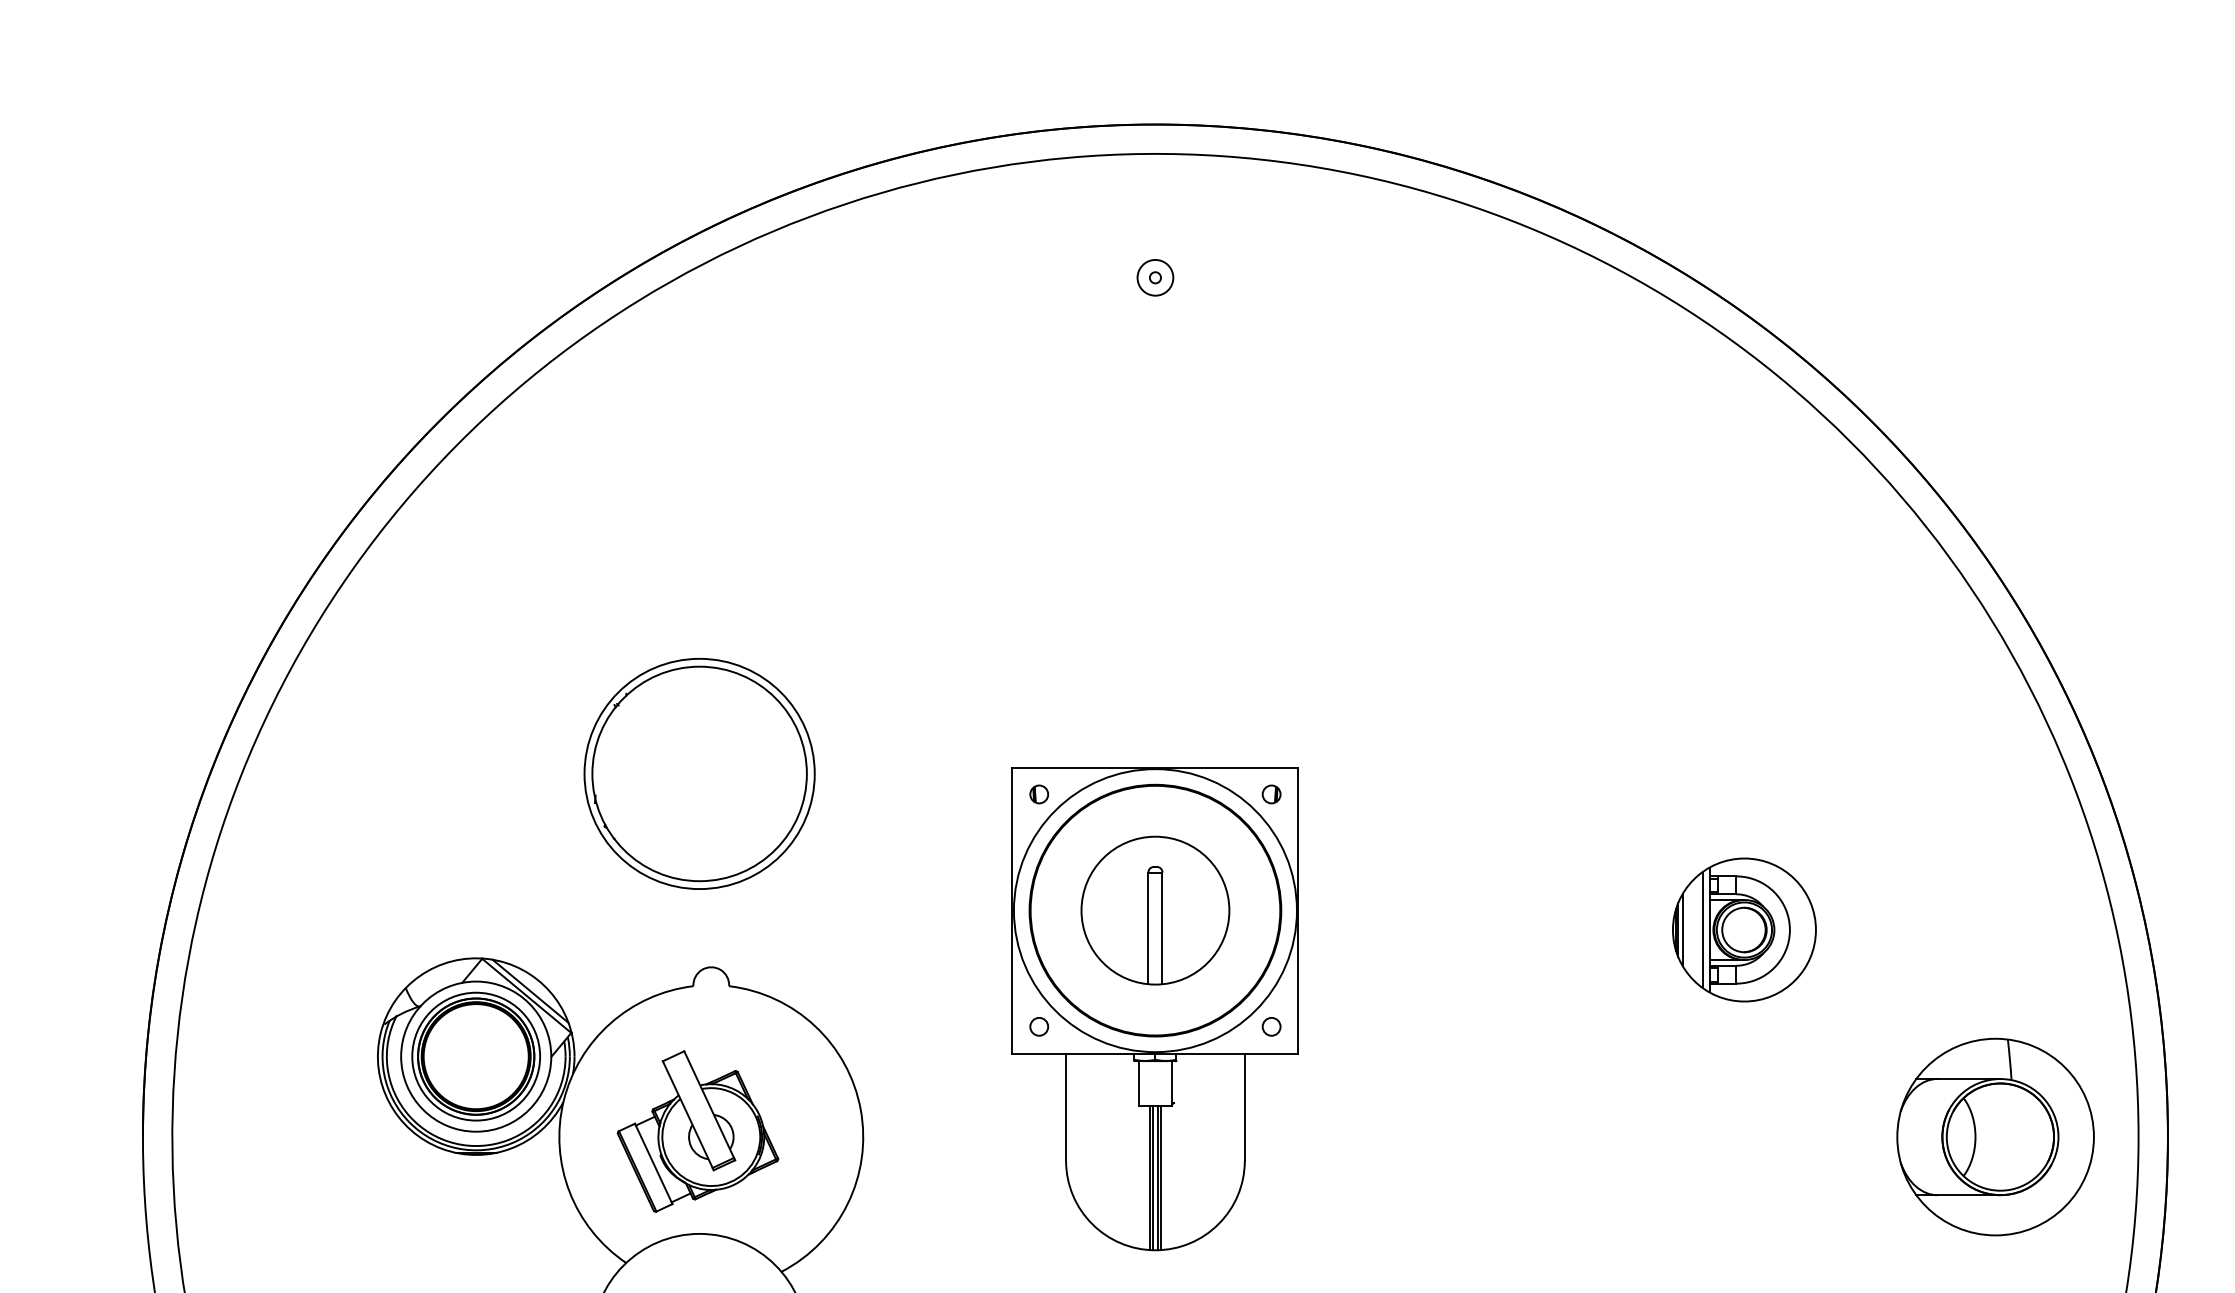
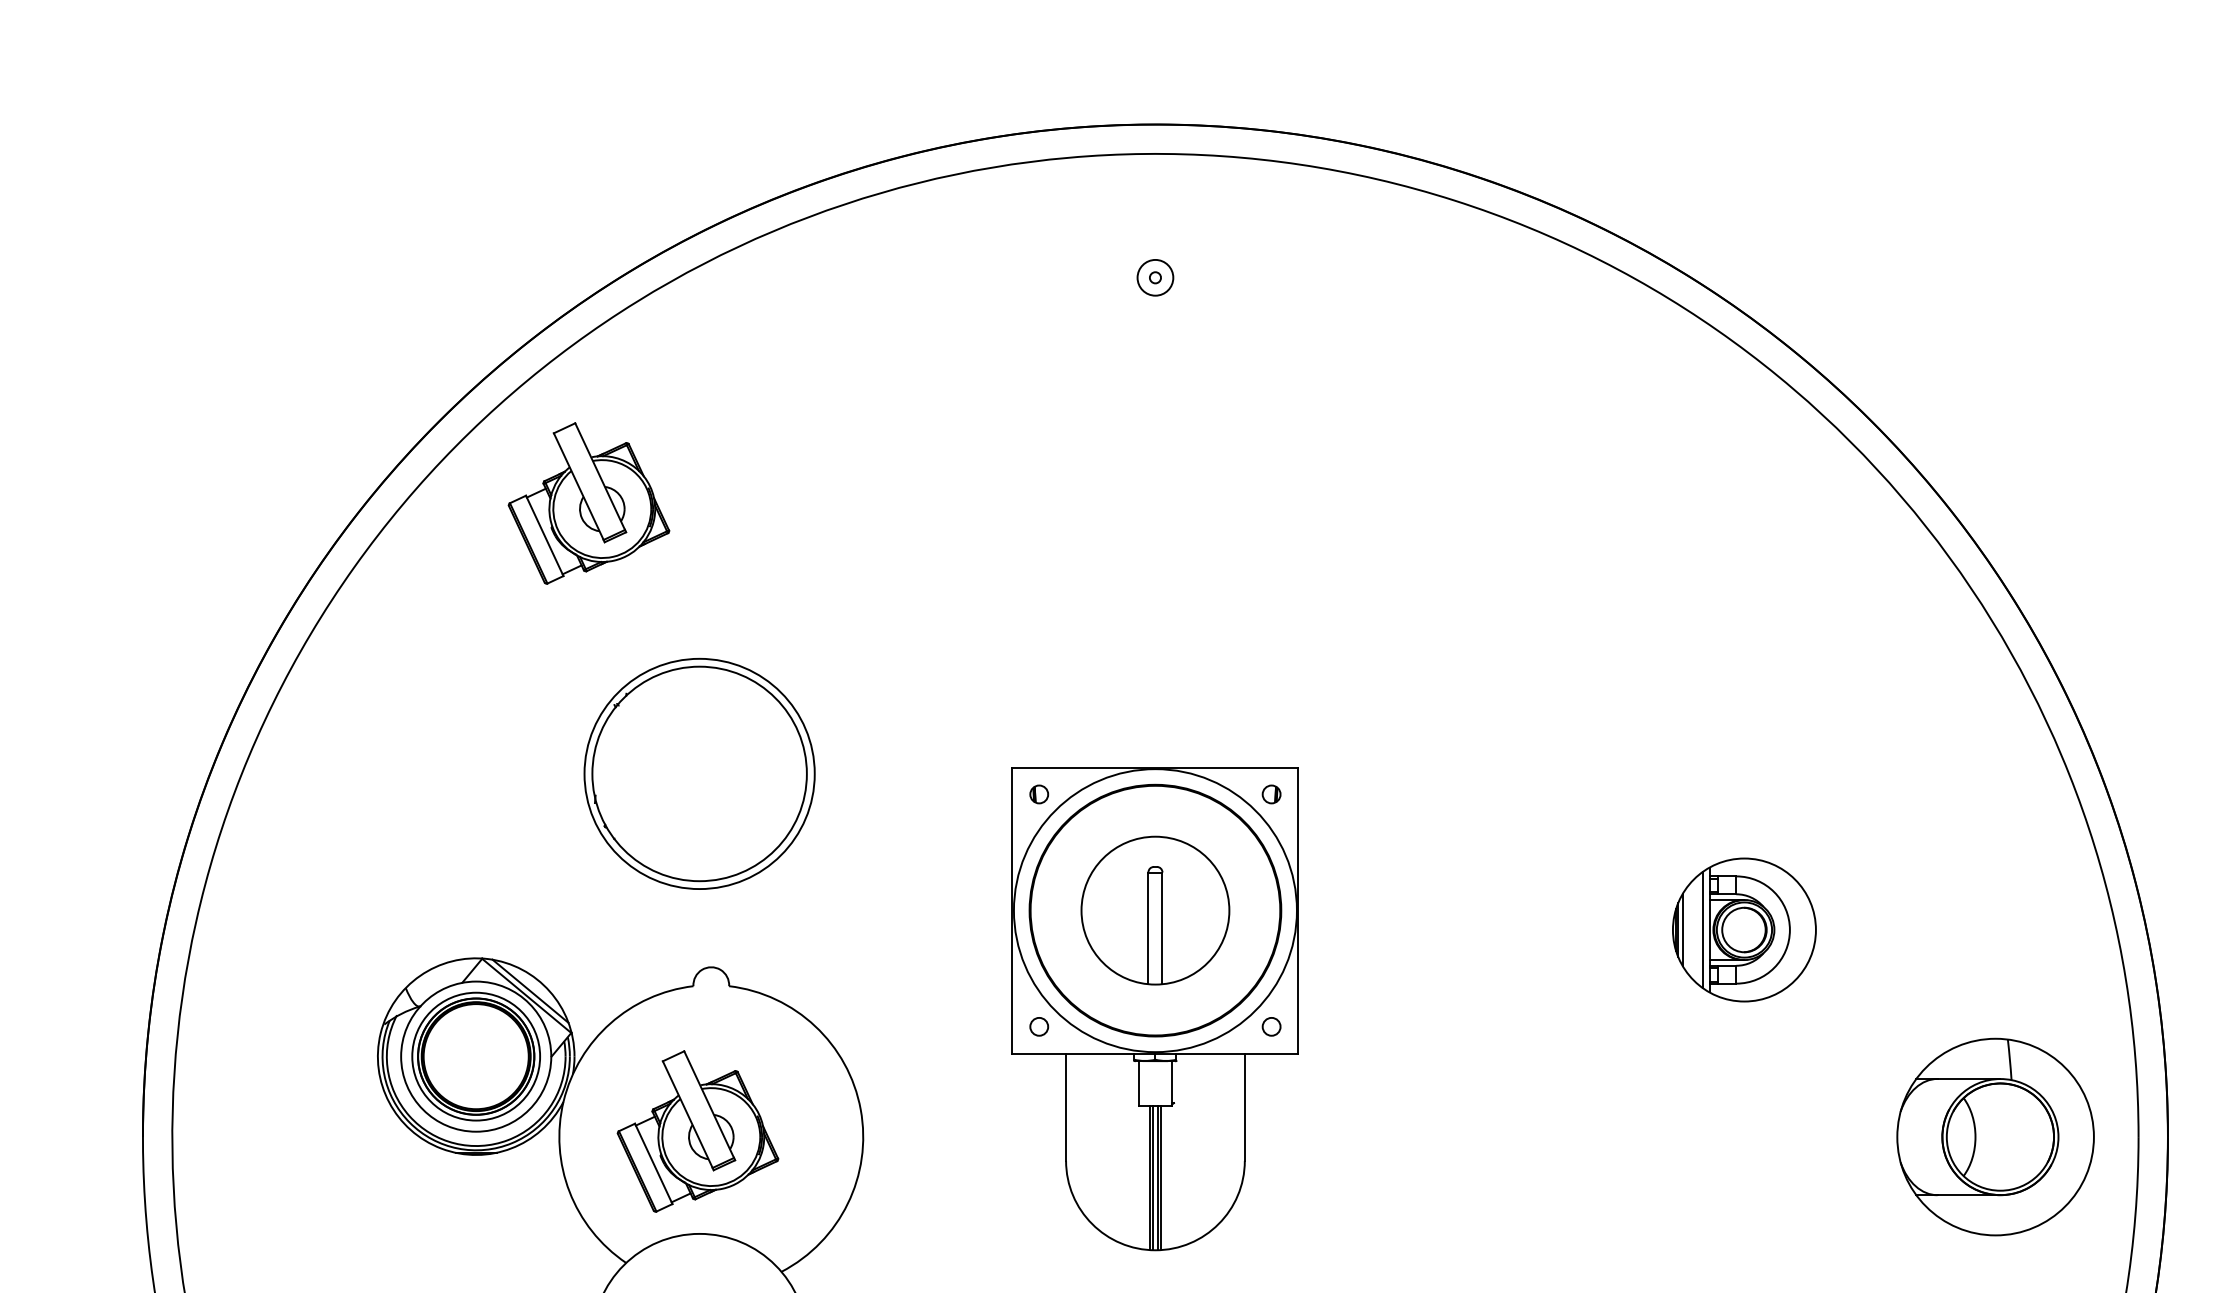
part at (588, 503): none -> present
